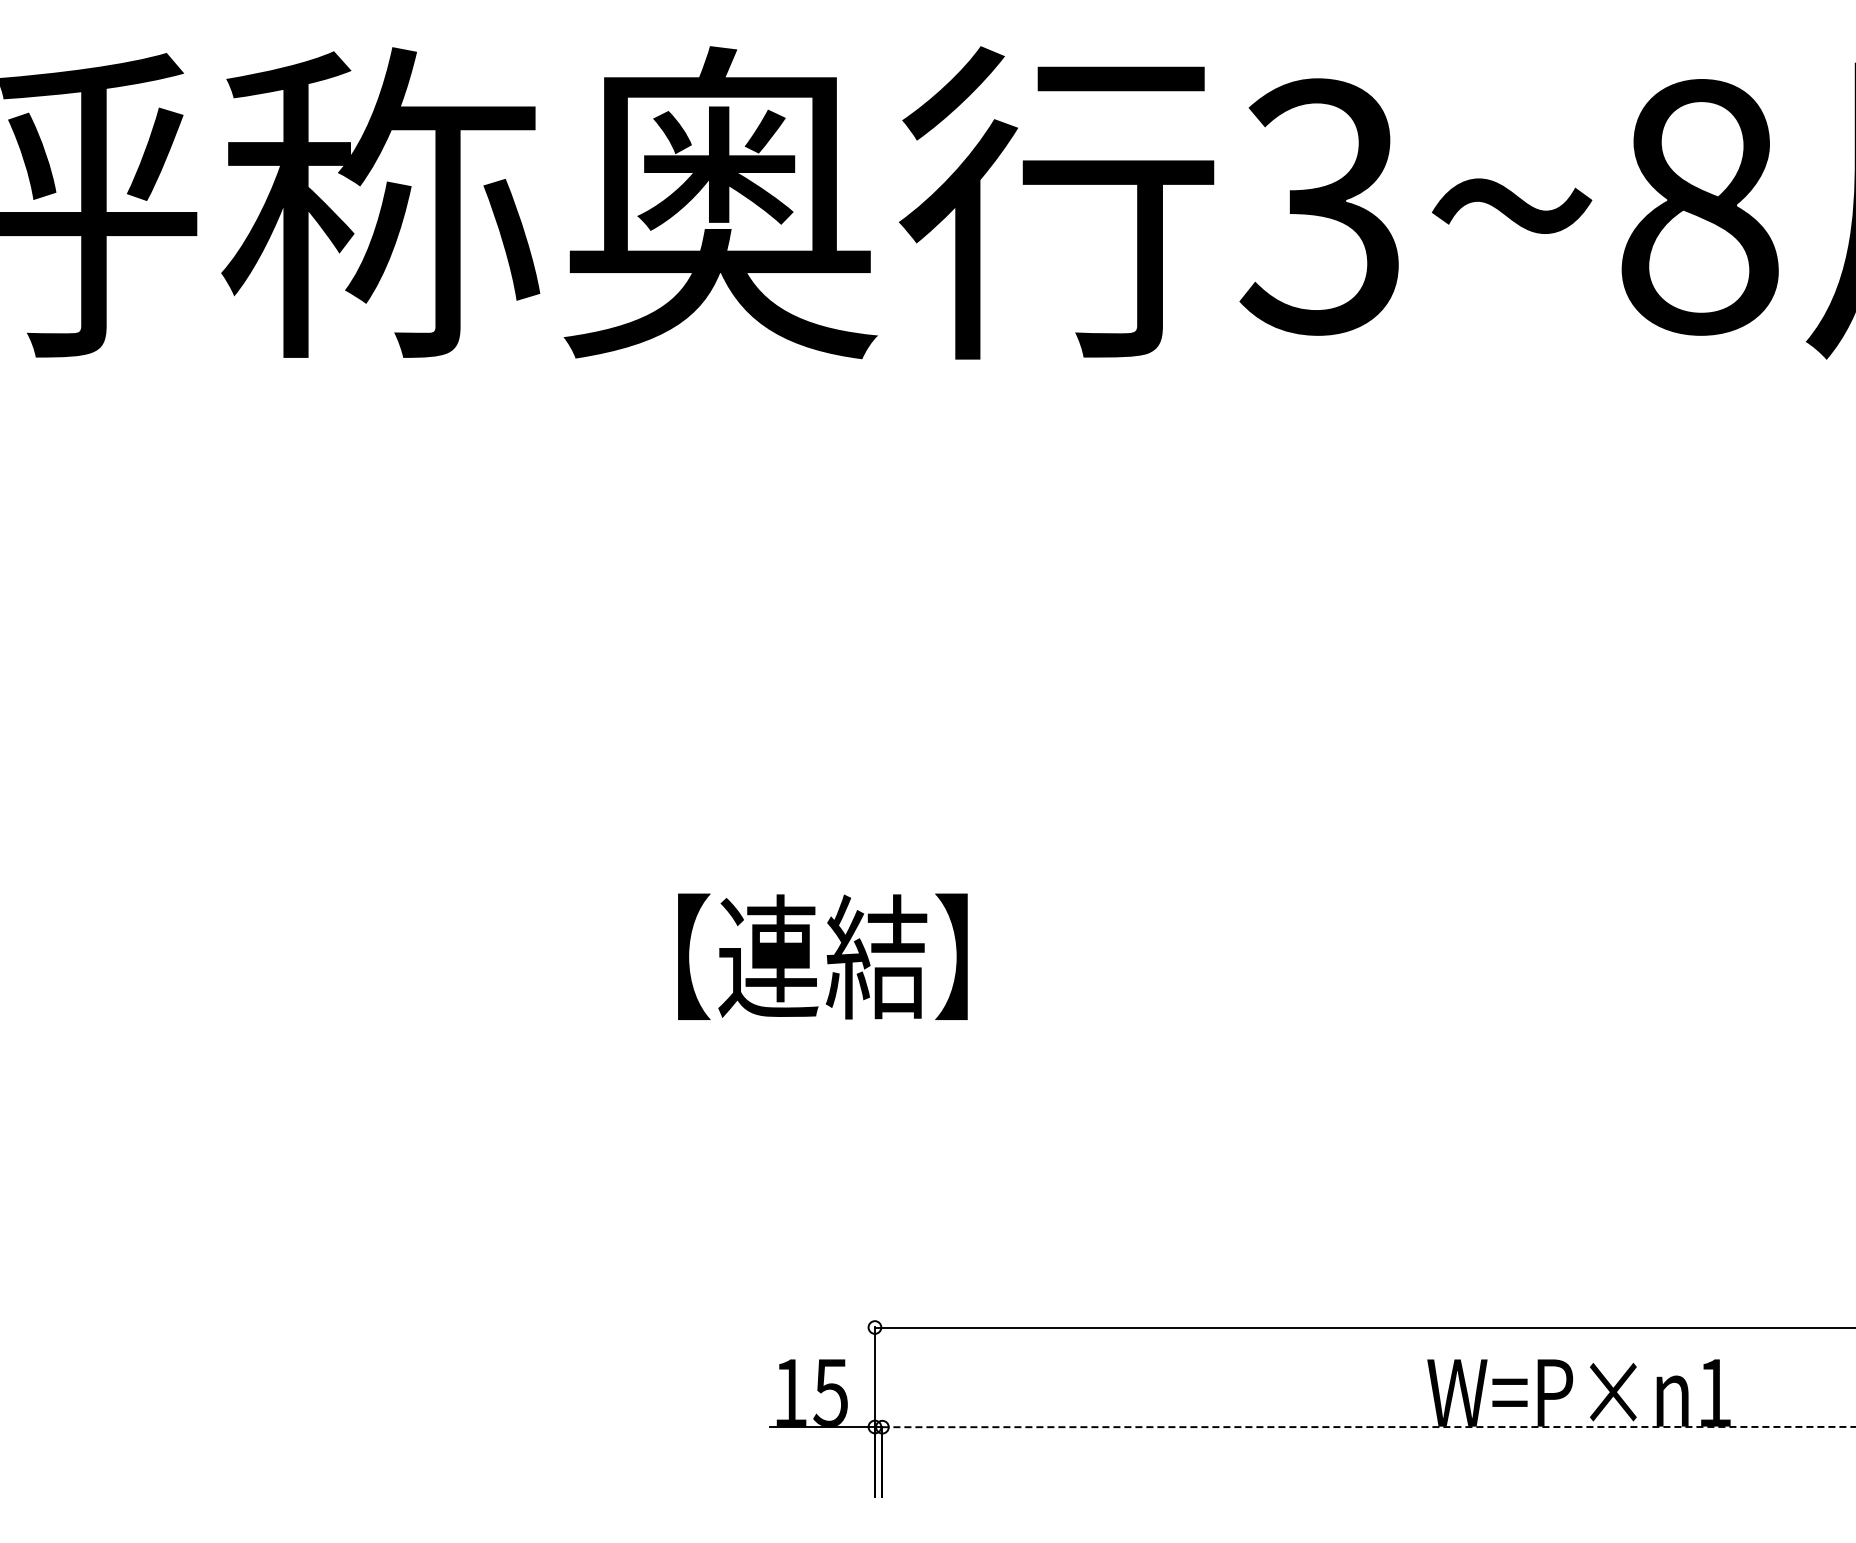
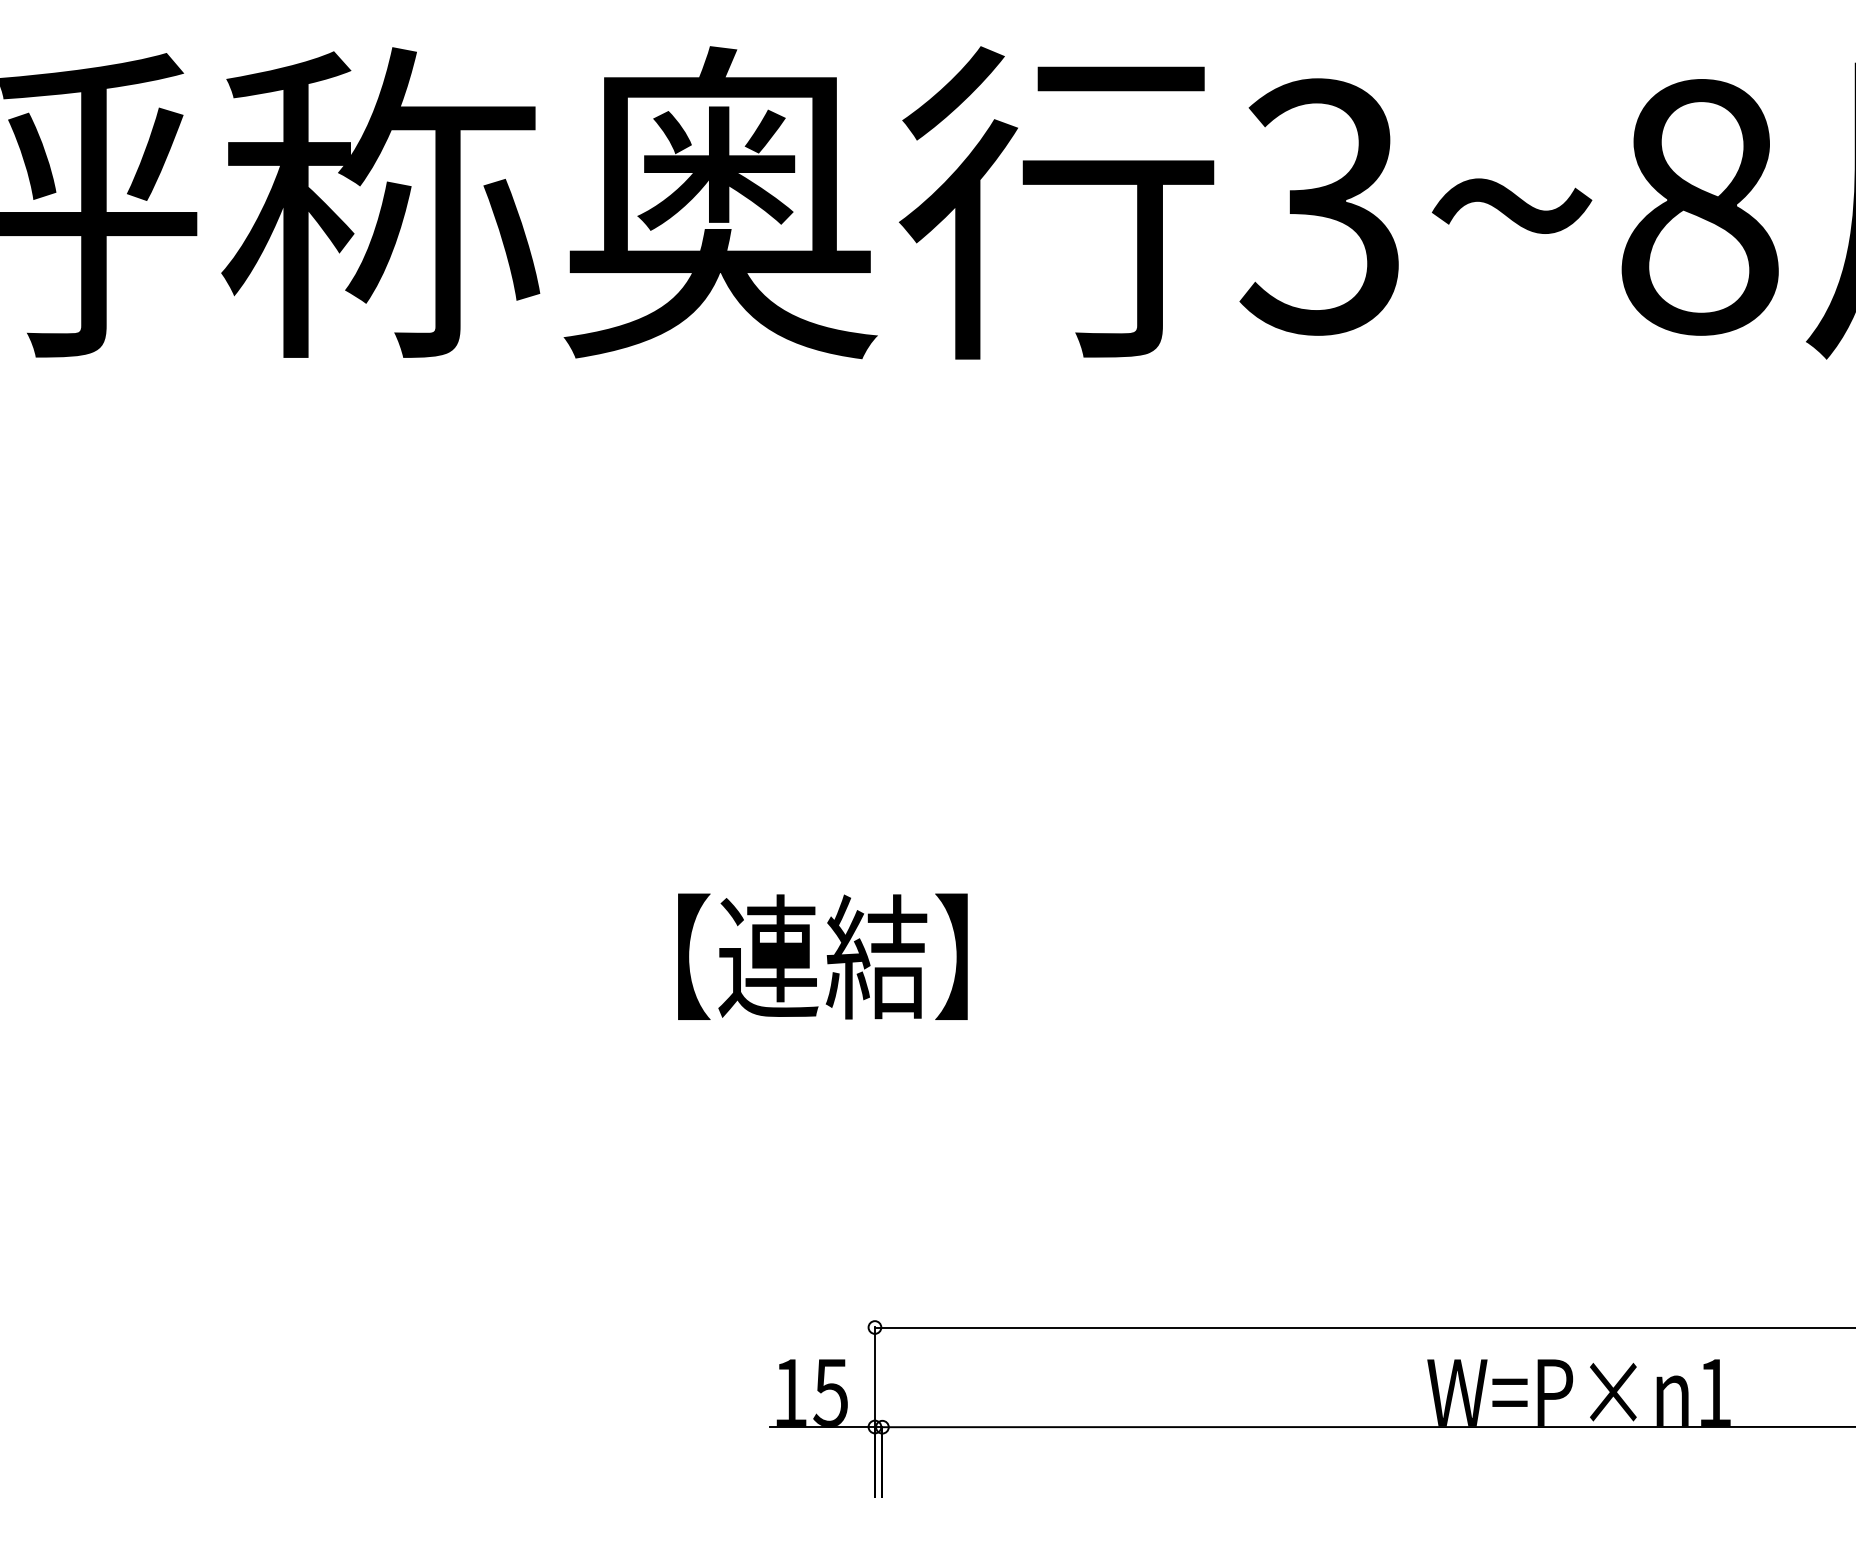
line at (1369, 1427): dashed -> solid
